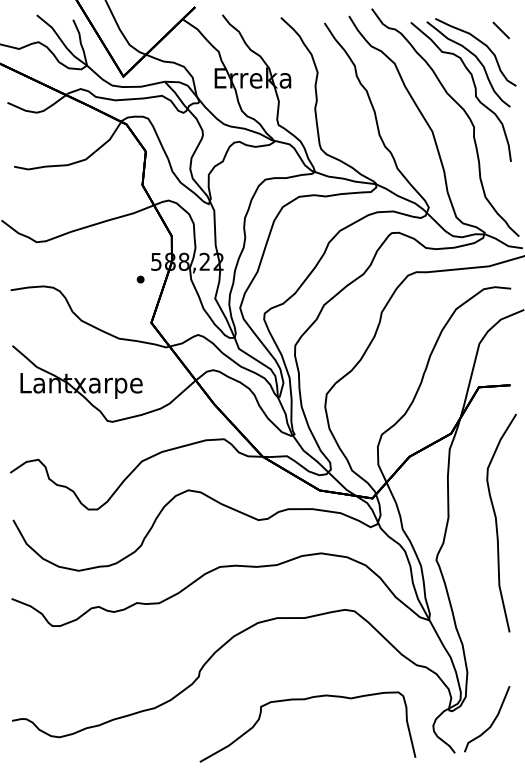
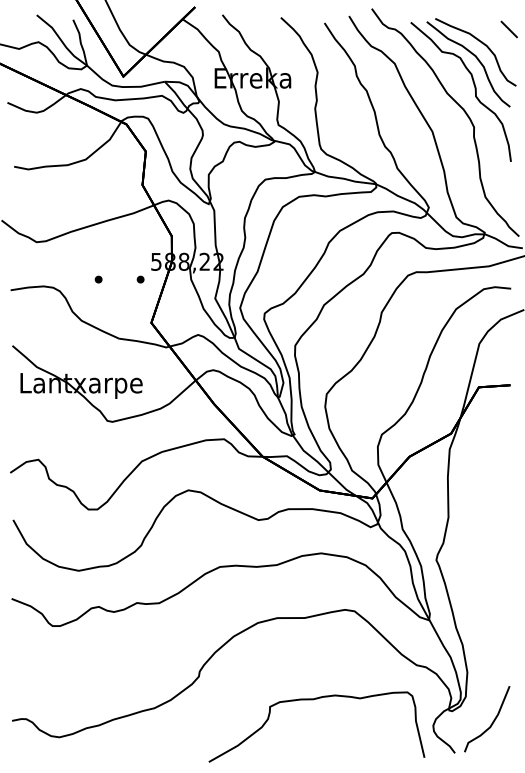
line at (500, 30) position: (500, 30) -> (508, 29)
part at (98, 279): none -> present
curve at (497, 522): present -> none
curve at (304, 700) position: (304, 700) -> (313, 700)
